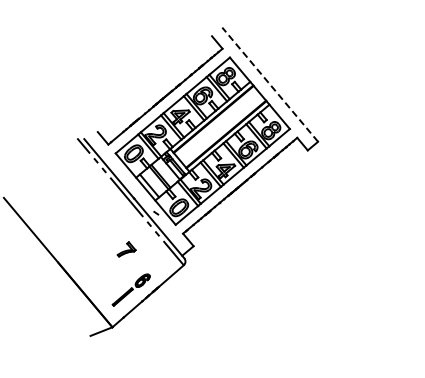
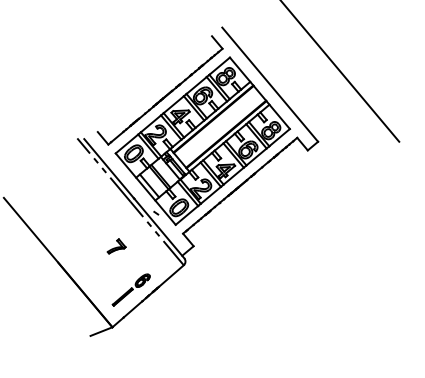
line at (340, 71): none -> present
line at (270, 84): dashed -> solid
part at (126, 249) position: (126, 249) -> (116, 246)
